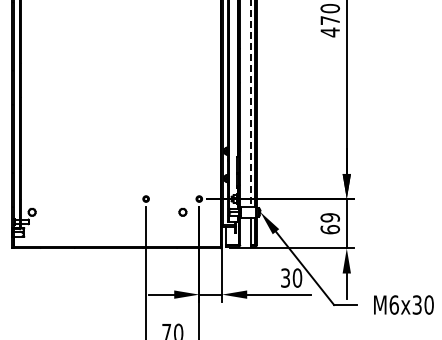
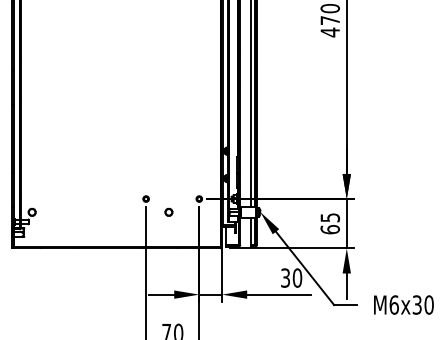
line at (250, 103): dashed -> solid
part at (182, 212) position: (182, 212) -> (168, 212)
text at (329, 217): 69 -> 65
